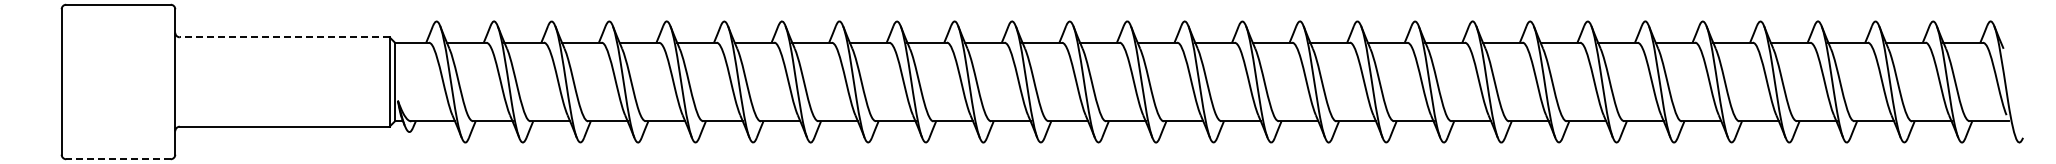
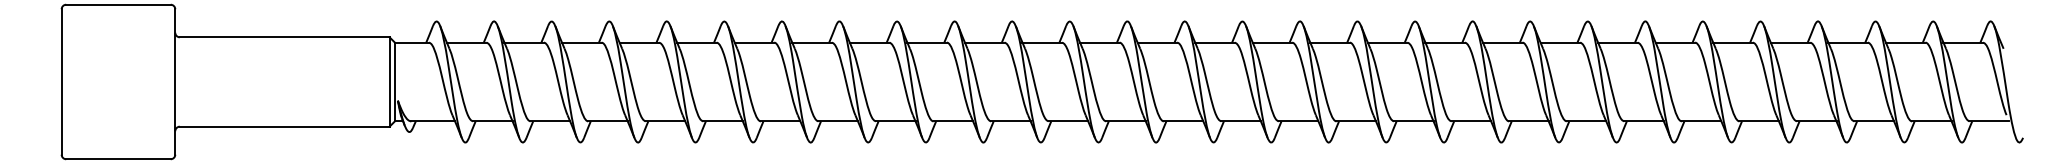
line at (284, 37): dashed -> solid
line at (117, 159): dashed -> solid
